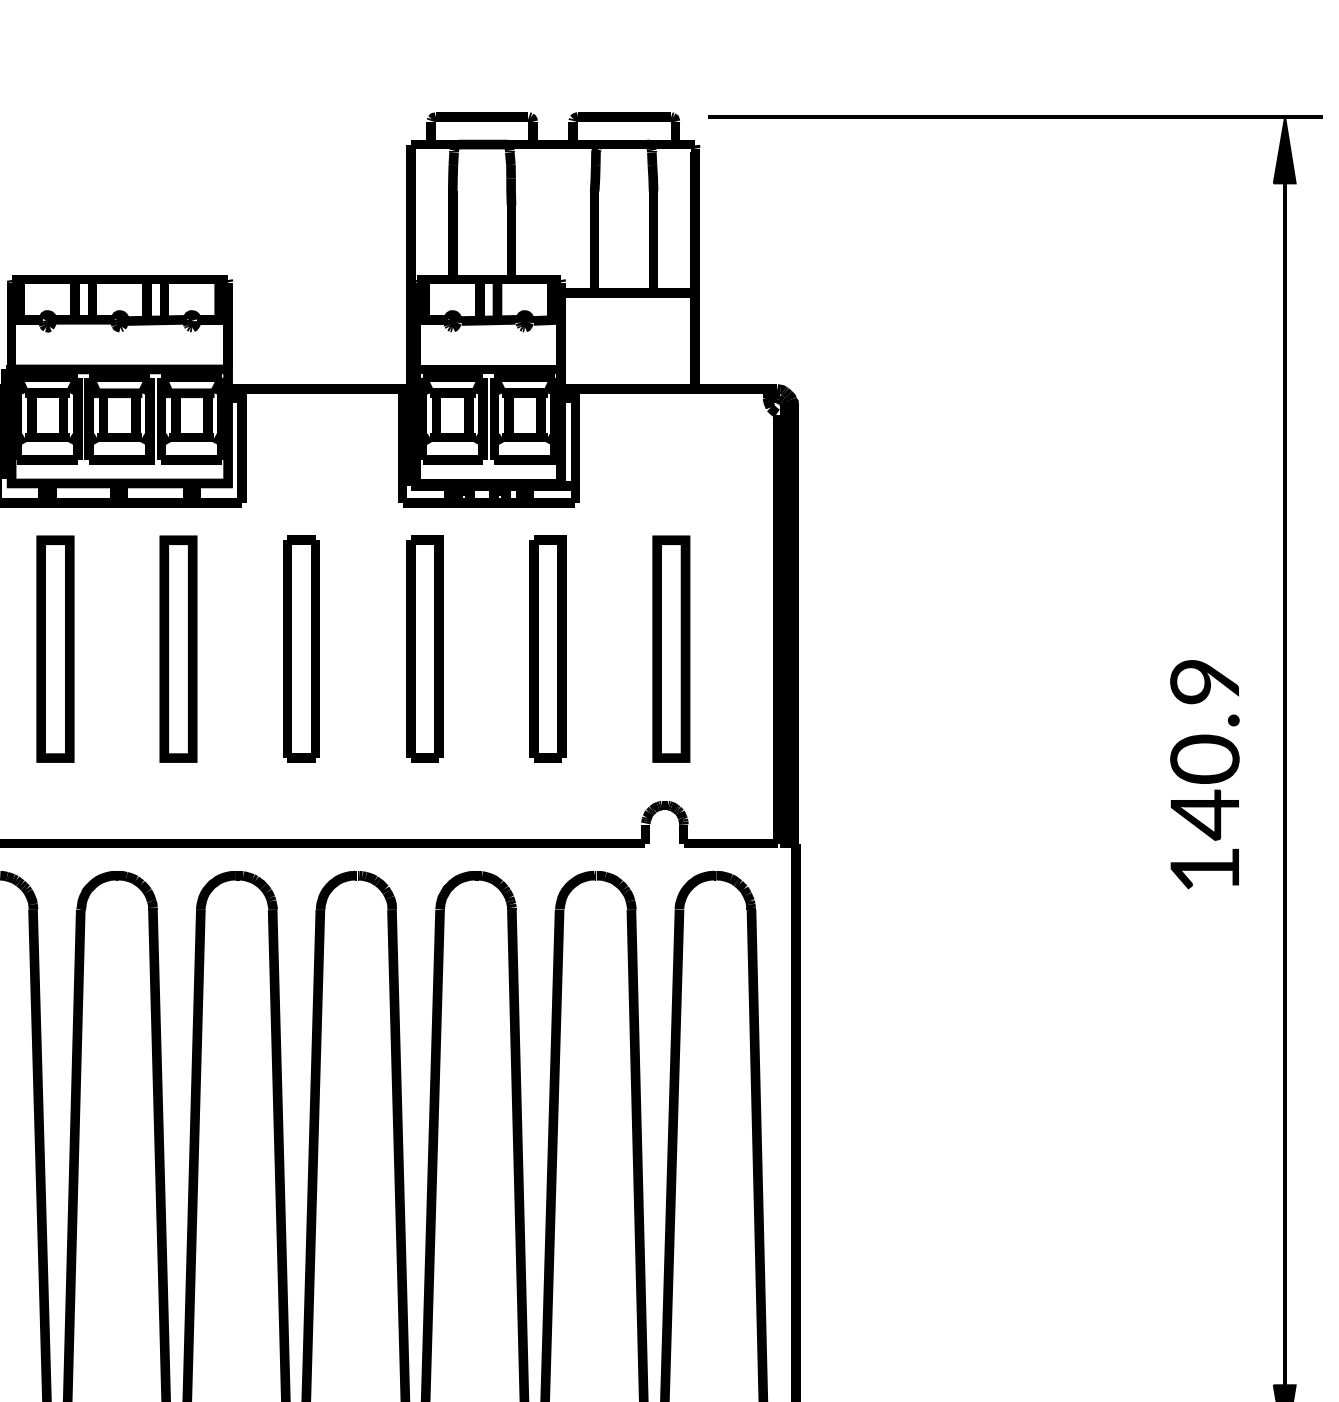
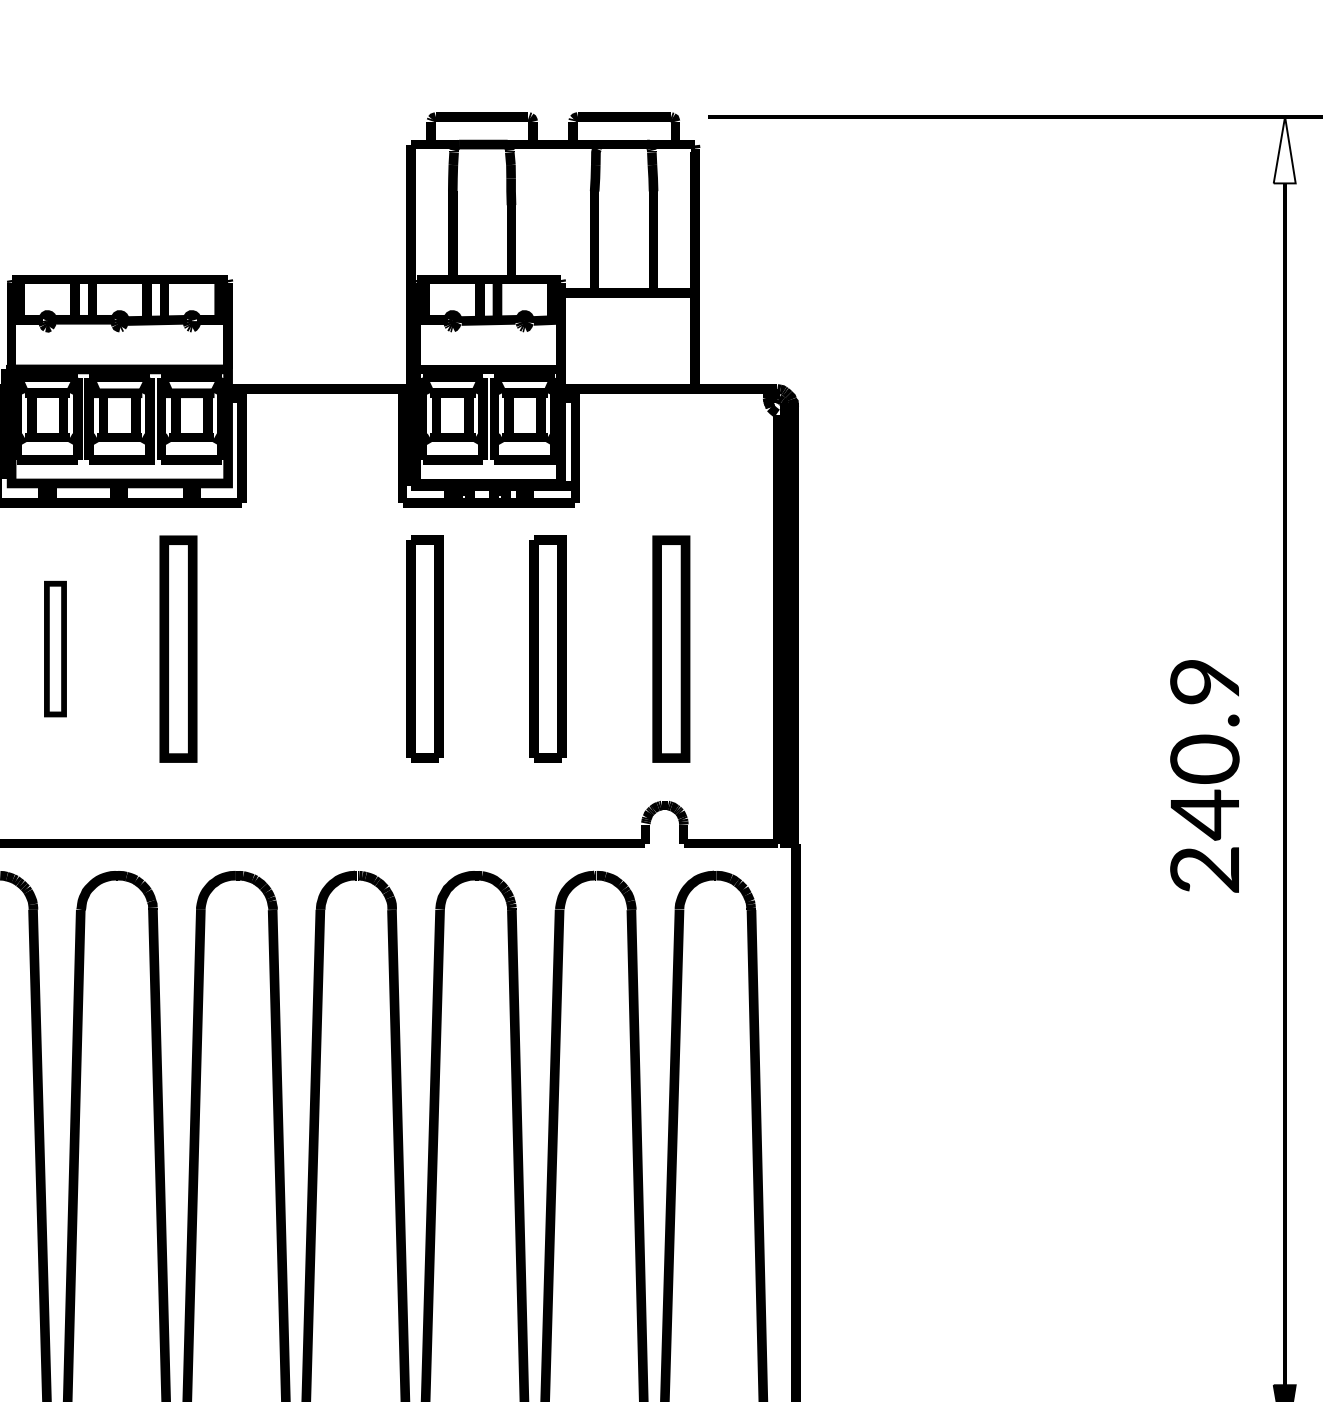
fill at (1284, 150): present -> none
part at (55, 648) size: 39x228 px -> 23x138 px
part at (301, 648): present -> none
text at (1204, 869): 140.9 -> 240.9
